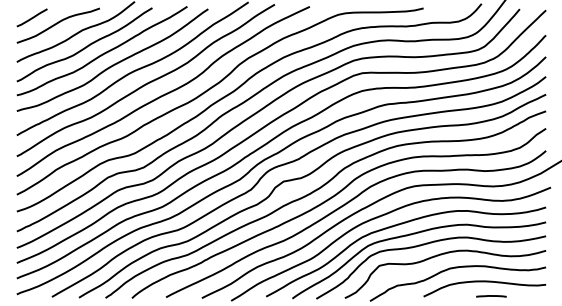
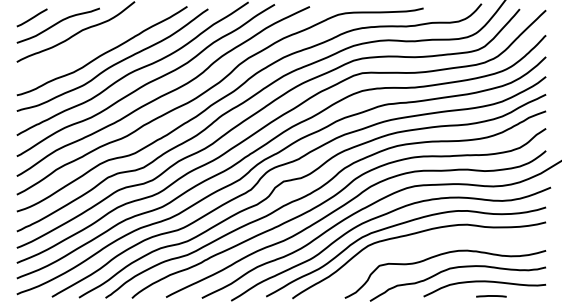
curve at (85, 46): present -> none
curve at (424, 245): present -> none
